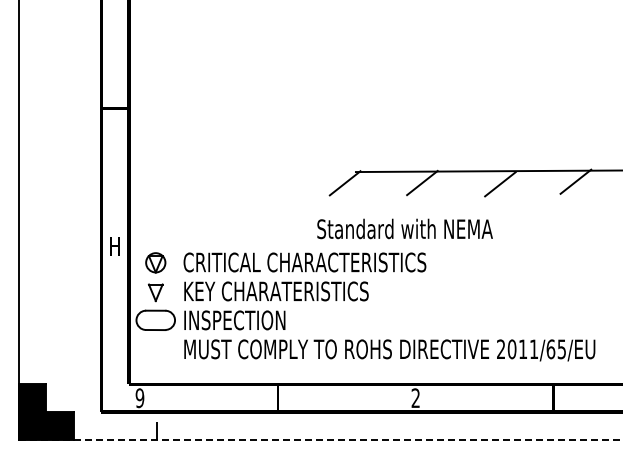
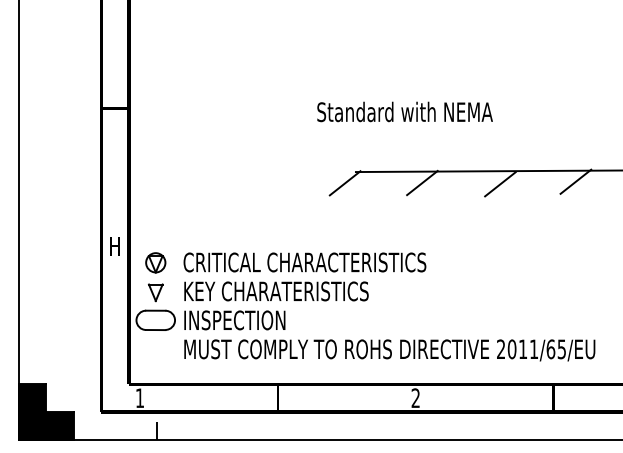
text at (404, 228) position: (404, 228) -> (404, 111)
text at (139, 398): 9 -> 1
line at (320, 439): dashed -> solid
